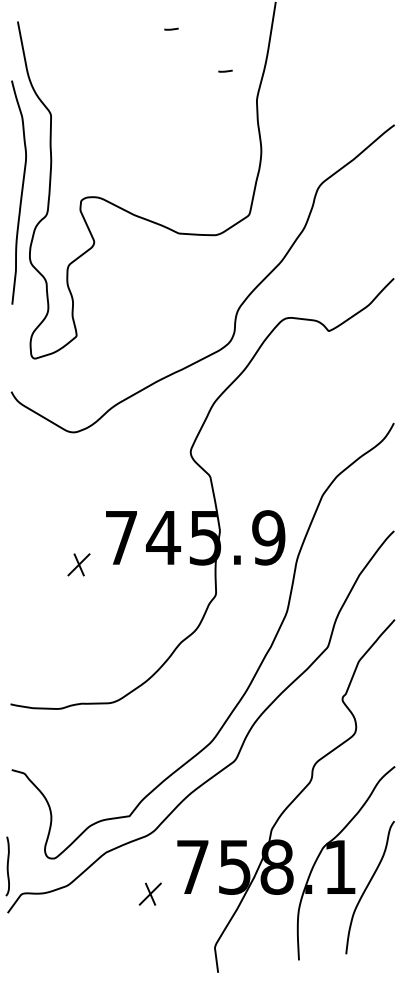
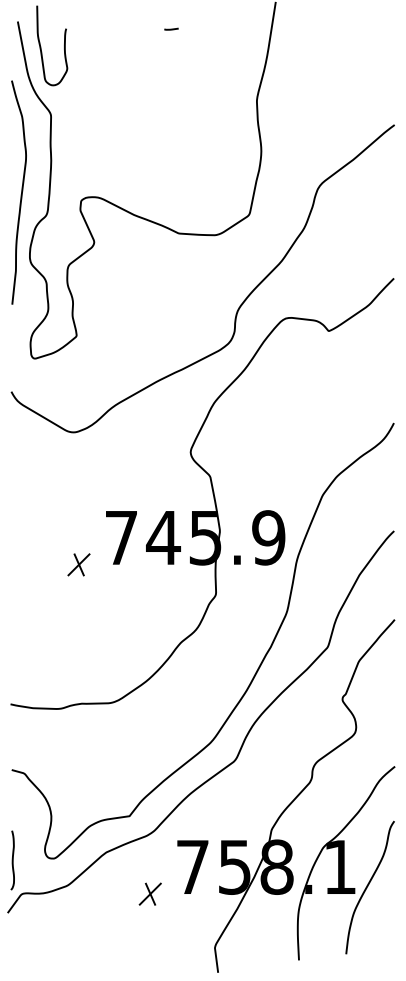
curve at (41, 46): none -> present
curve at (225, 70): present -> none
curve at (7, 866) position: (7, 866) -> (12, 860)
